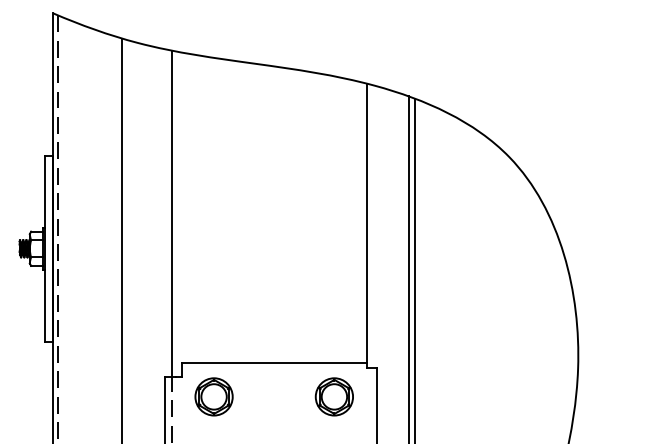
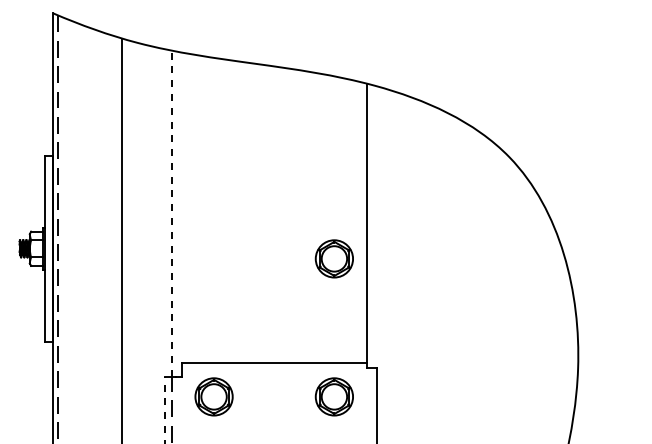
line at (171, 213): solid -> dashed
part at (333, 258): none -> present
line at (408, 268): present -> none
line at (415, 269): present -> none
line at (164, 409): solid -> dashed
